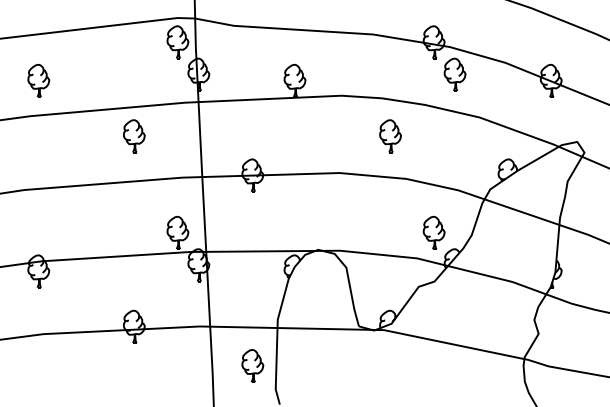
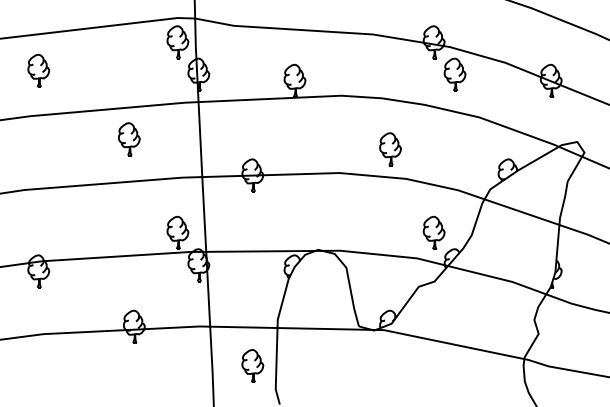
part at (38, 80) position: (38, 80) -> (38, 70)
part at (134, 136) position: (134, 136) -> (129, 139)
part at (390, 136) position: (390, 136) -> (390, 149)
